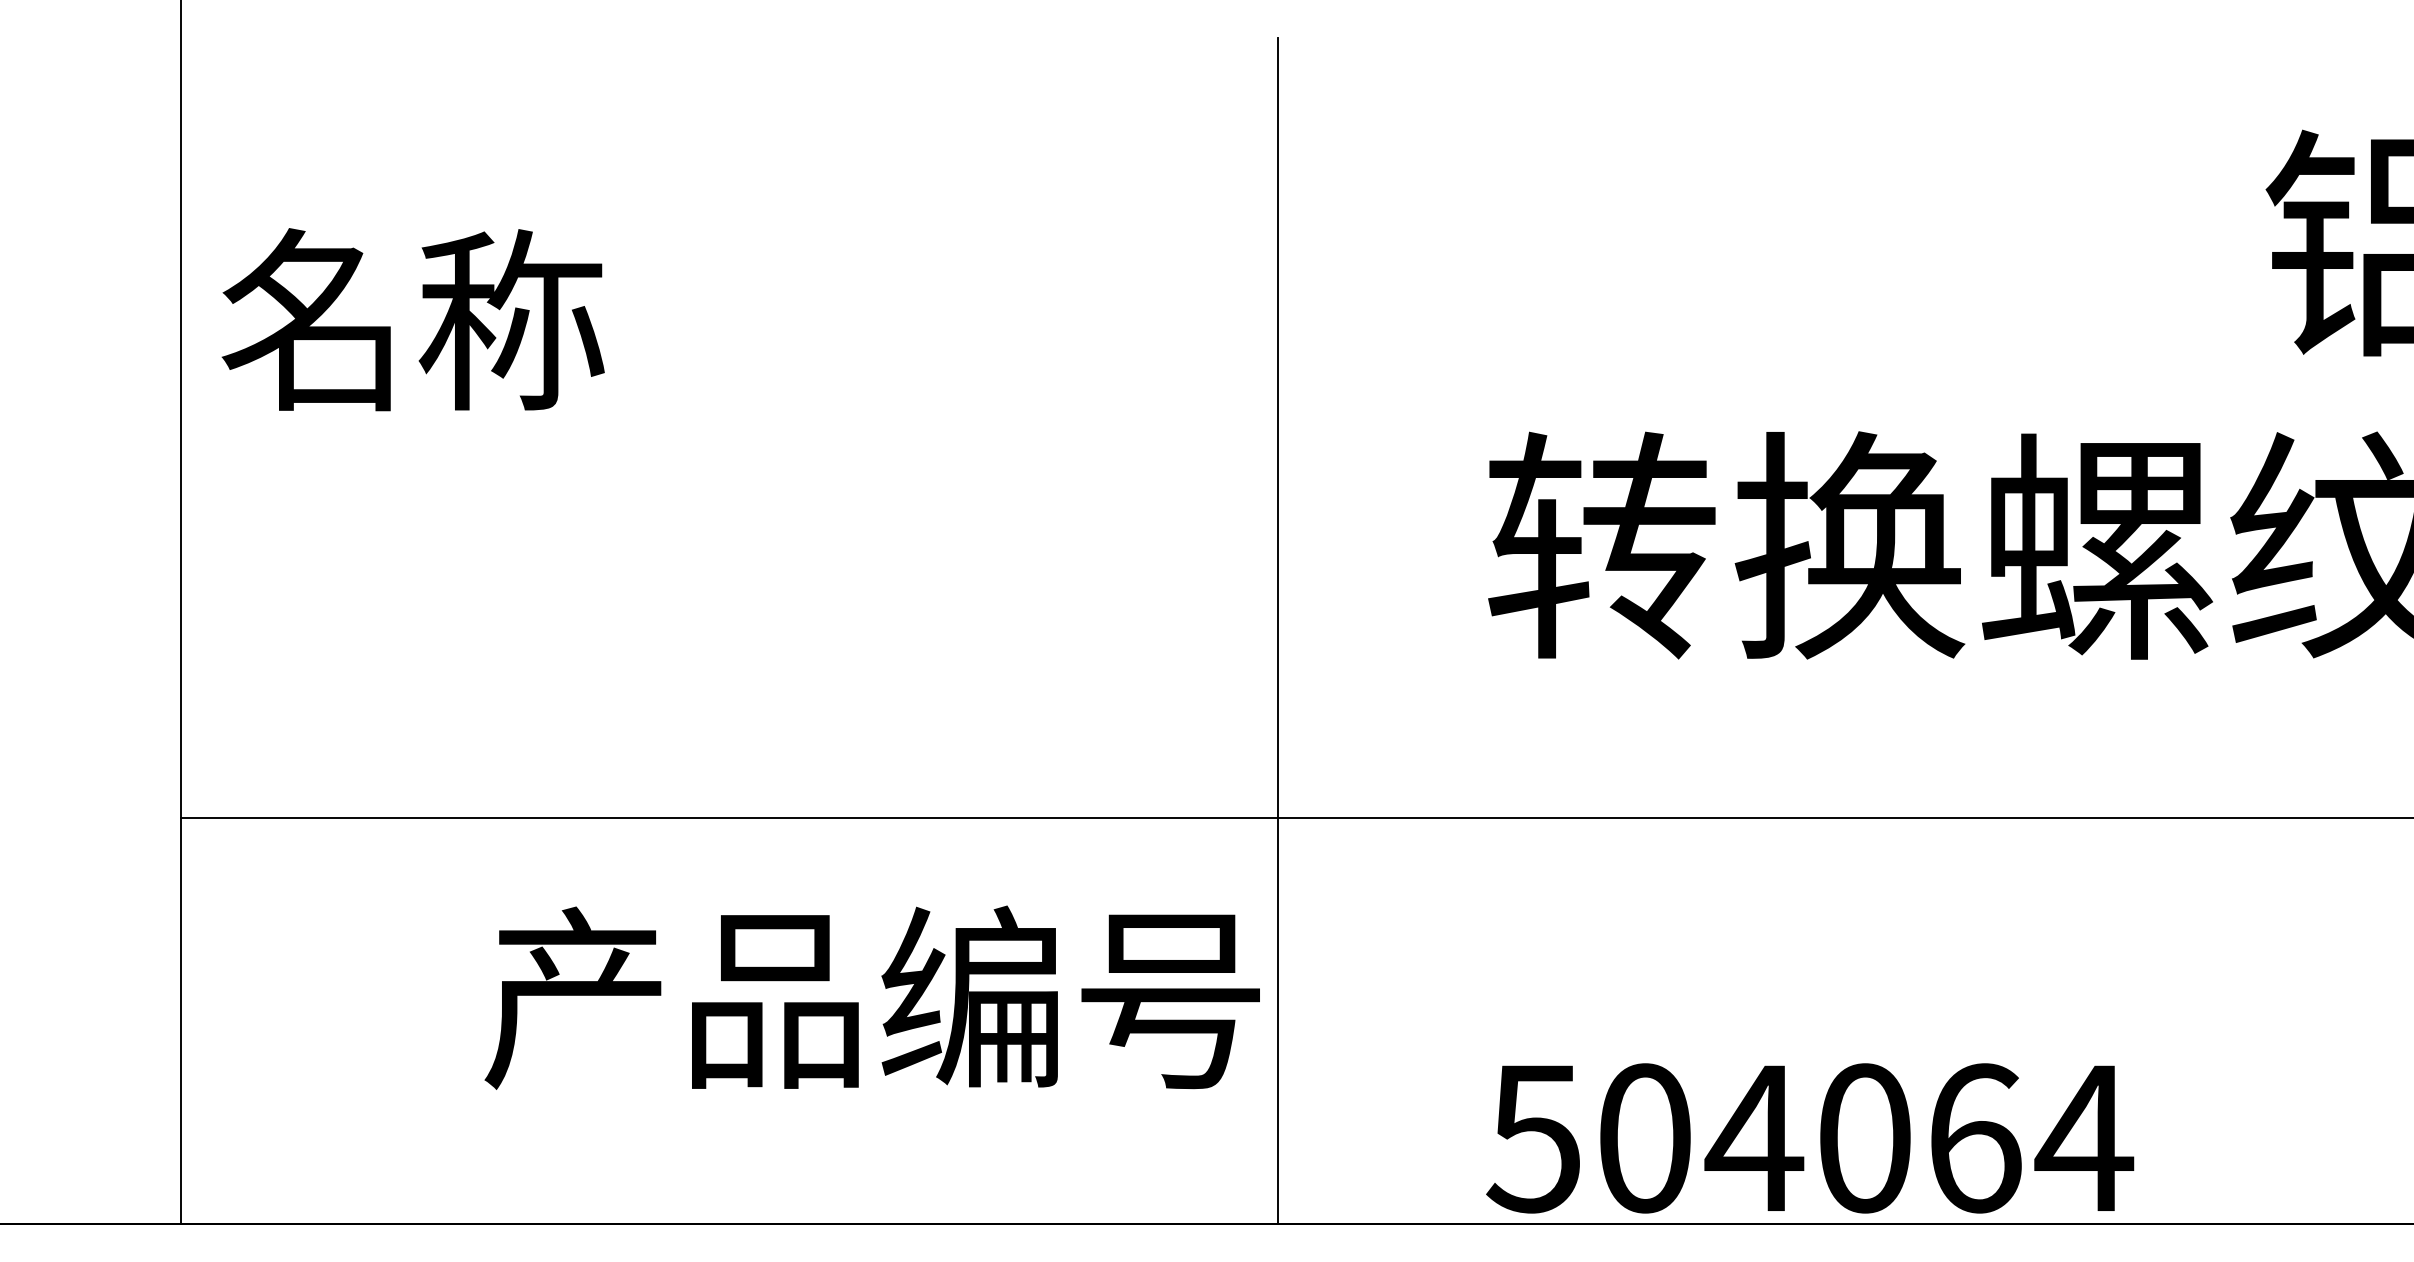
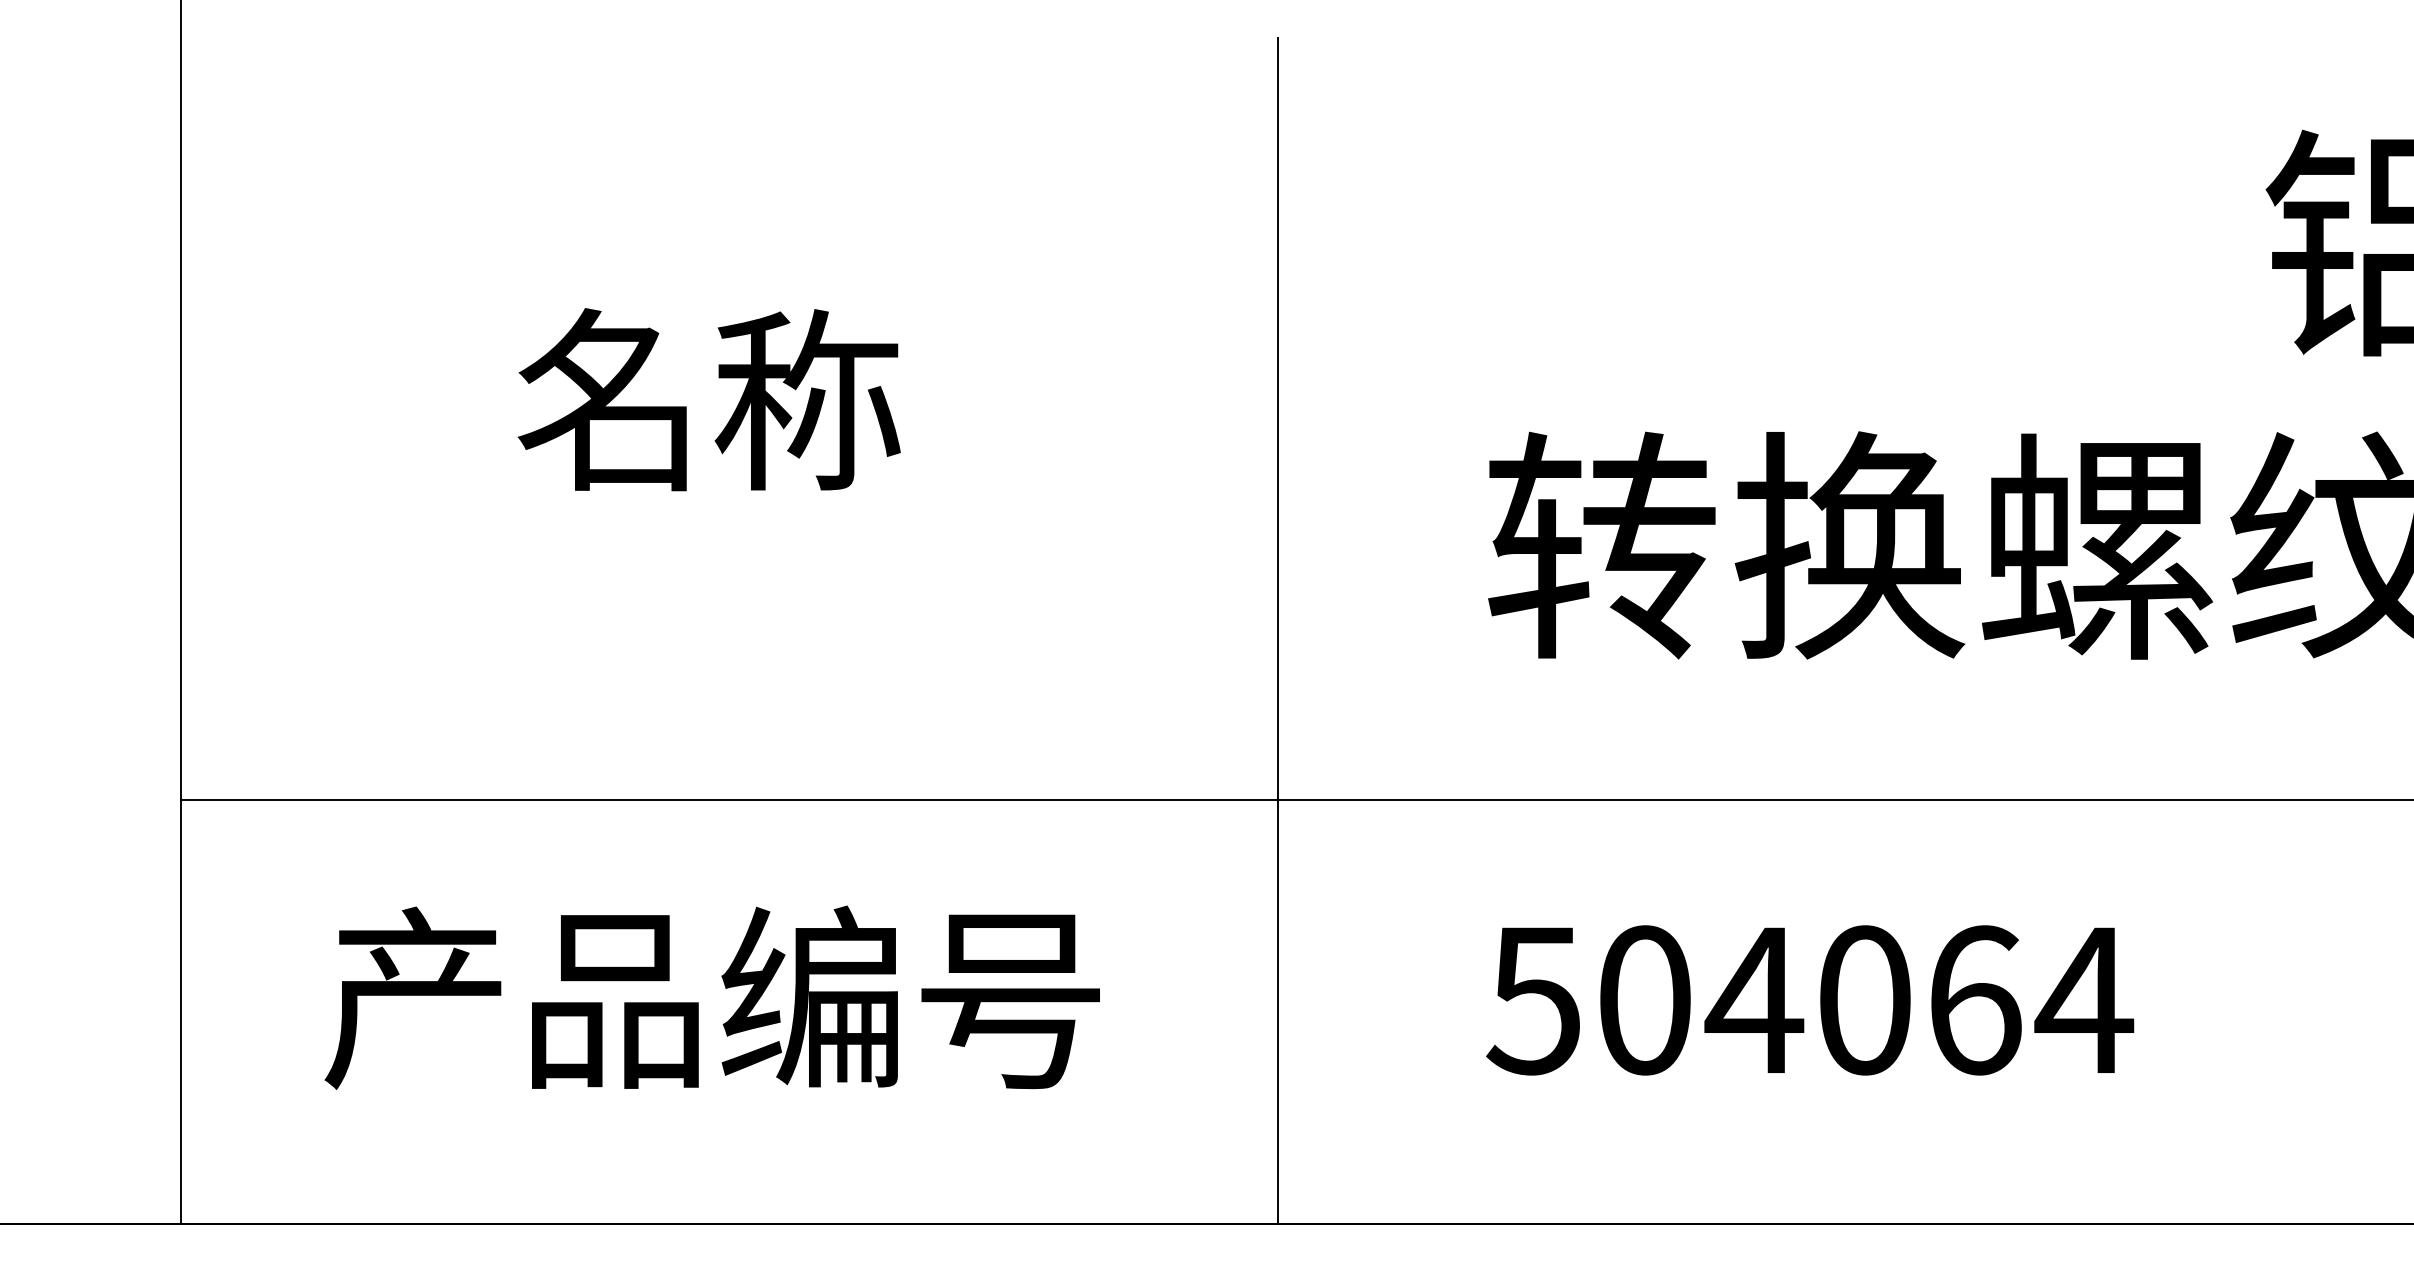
text at (412, 319) position: (412, 319) -> (708, 399)
line at (1295, 817) position: (1295, 817) -> (1295, 799)
text at (871, 997) position: (871, 997) -> (711, 997)
text at (1810, 1138) position: (1810, 1138) -> (1810, 1000)
